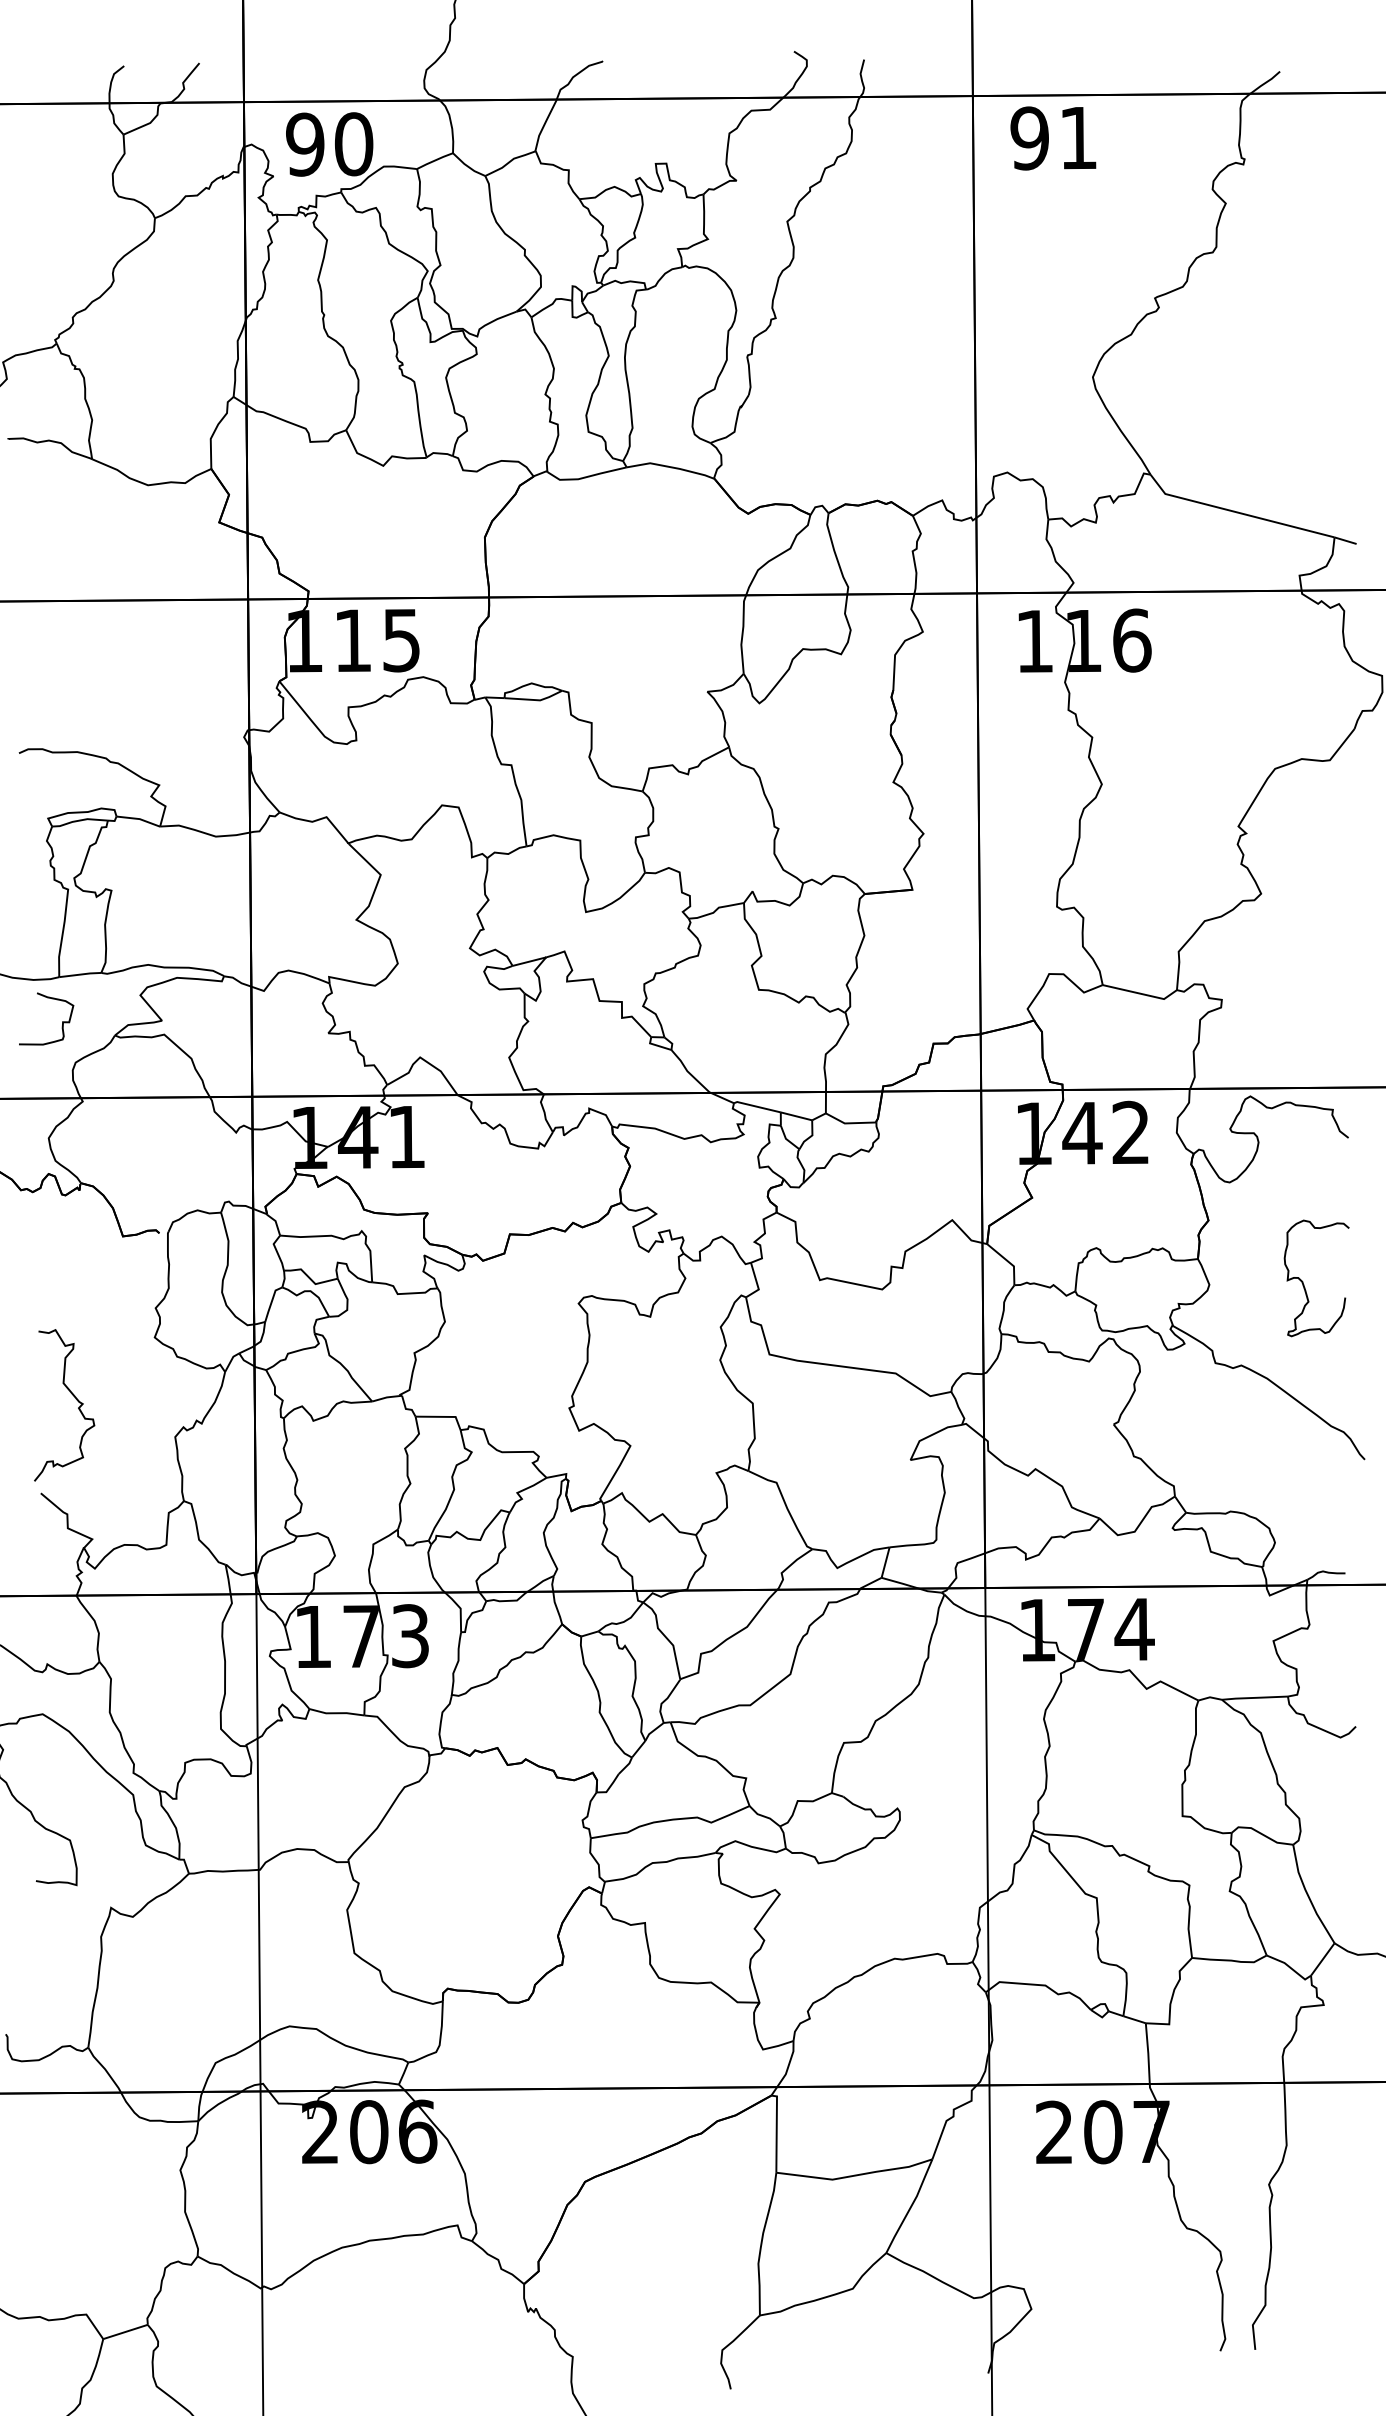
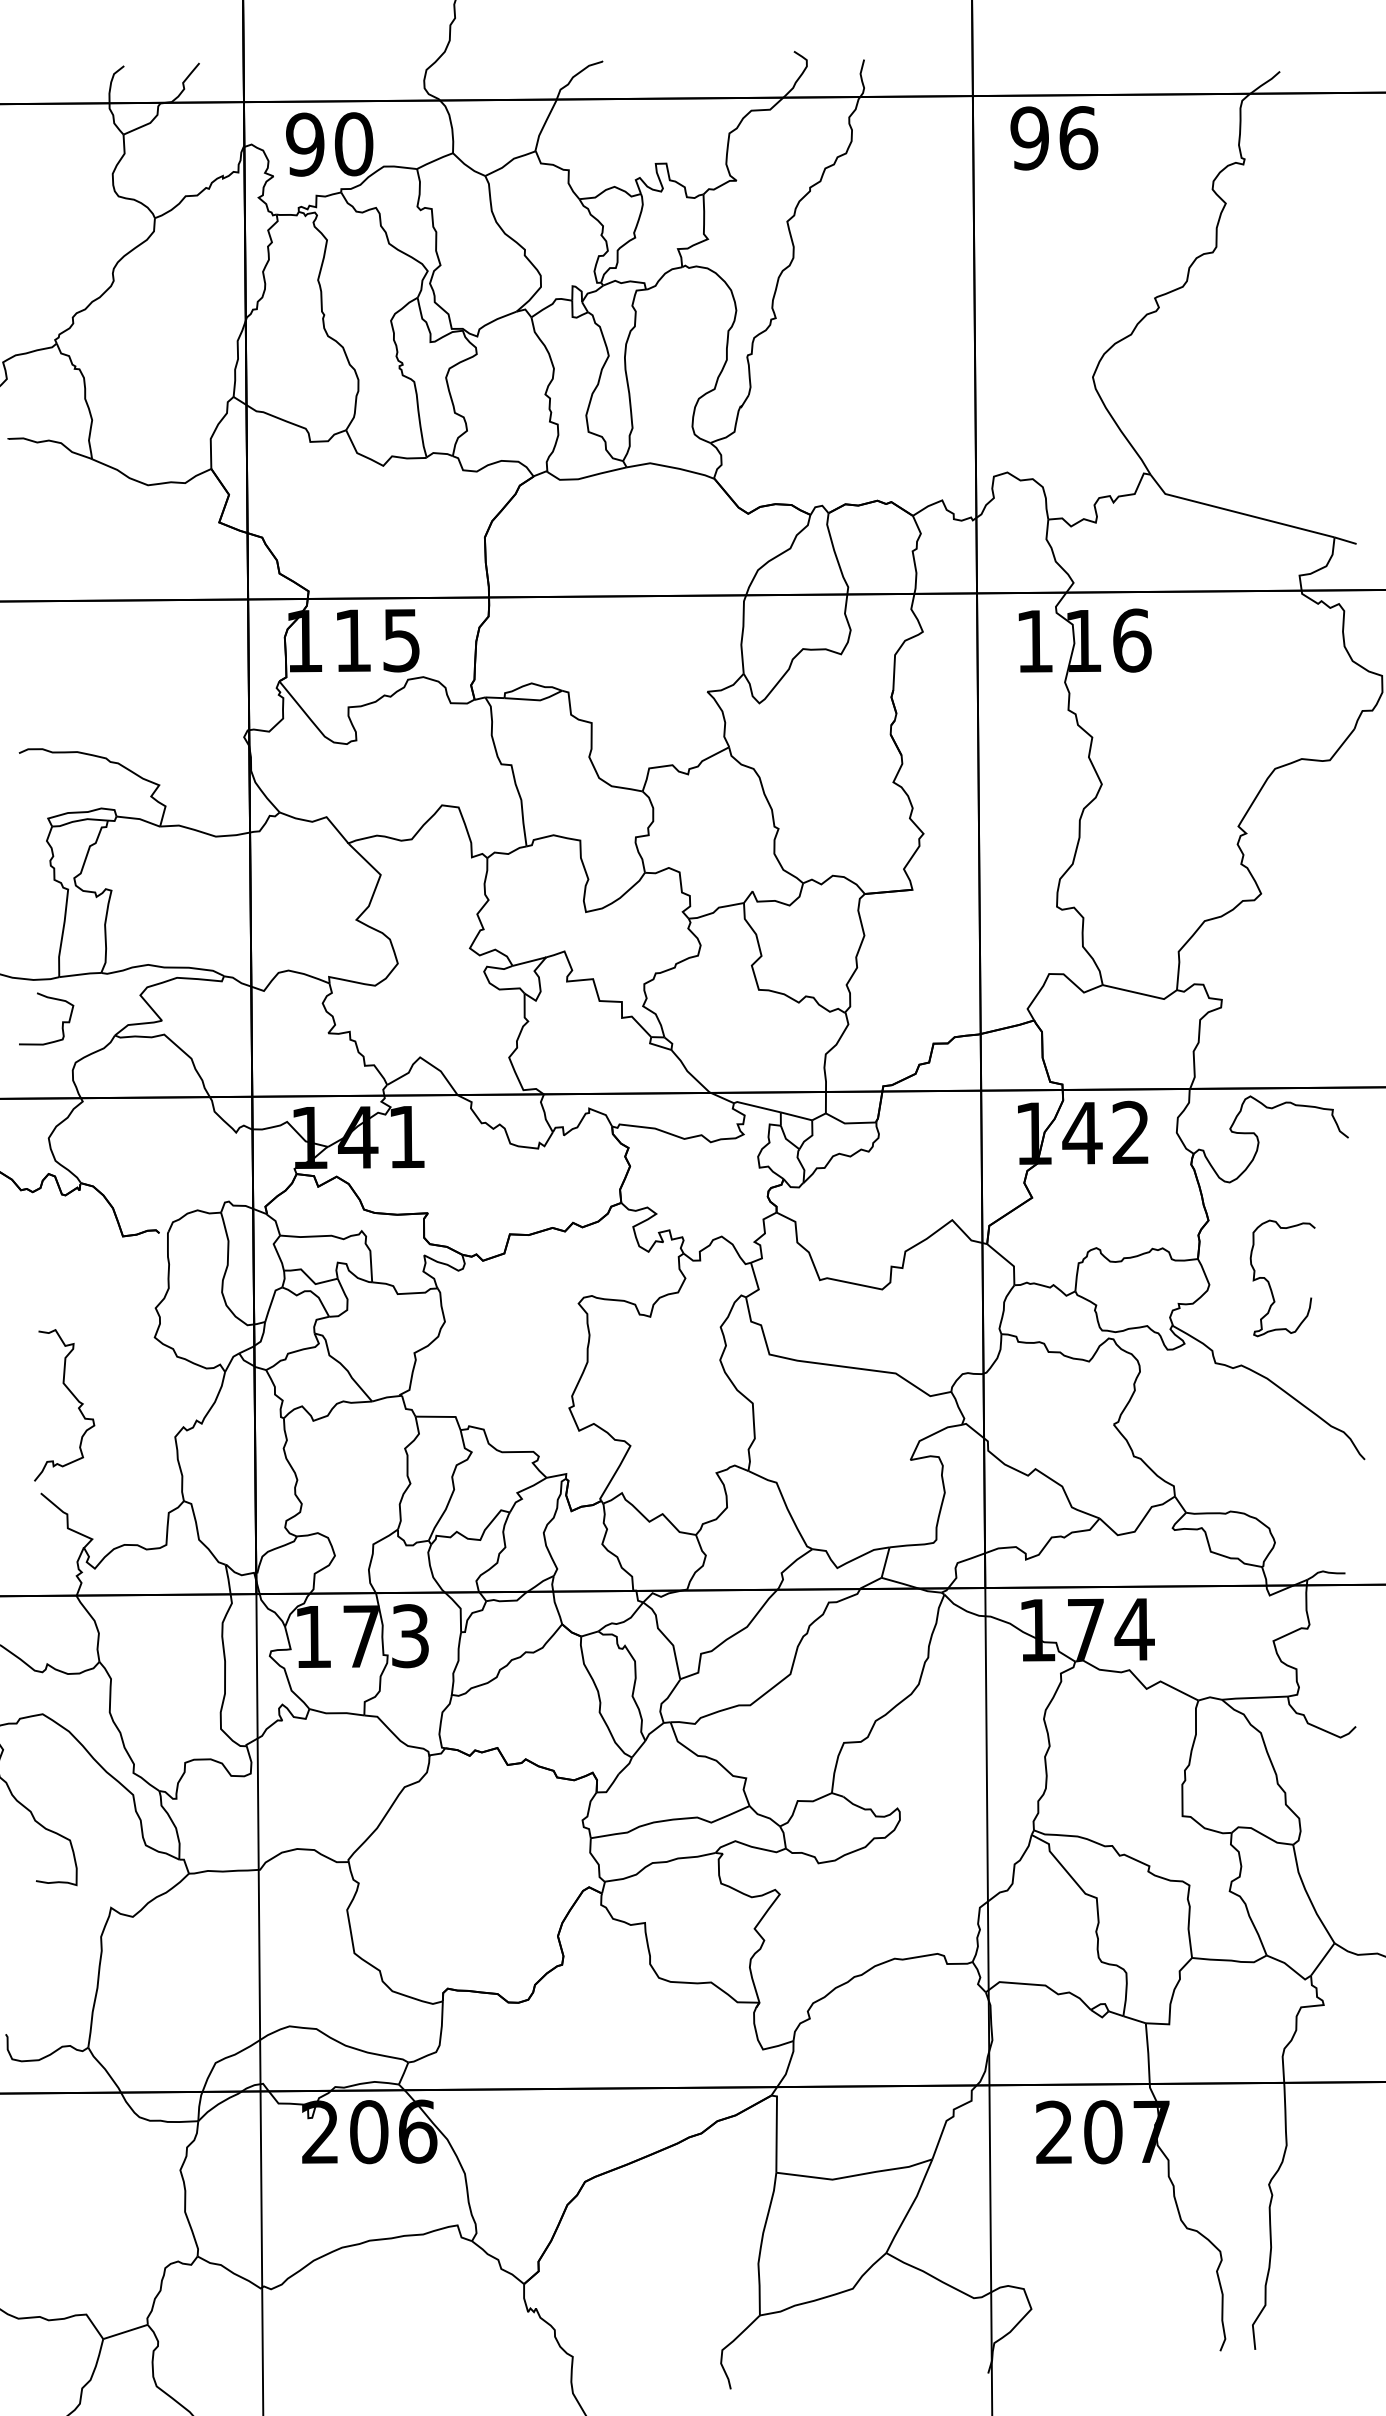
text at (1078, 138): 91 -> 96
curve at (1303, 1281) position: (1303, 1281) -> (1269, 1281)
